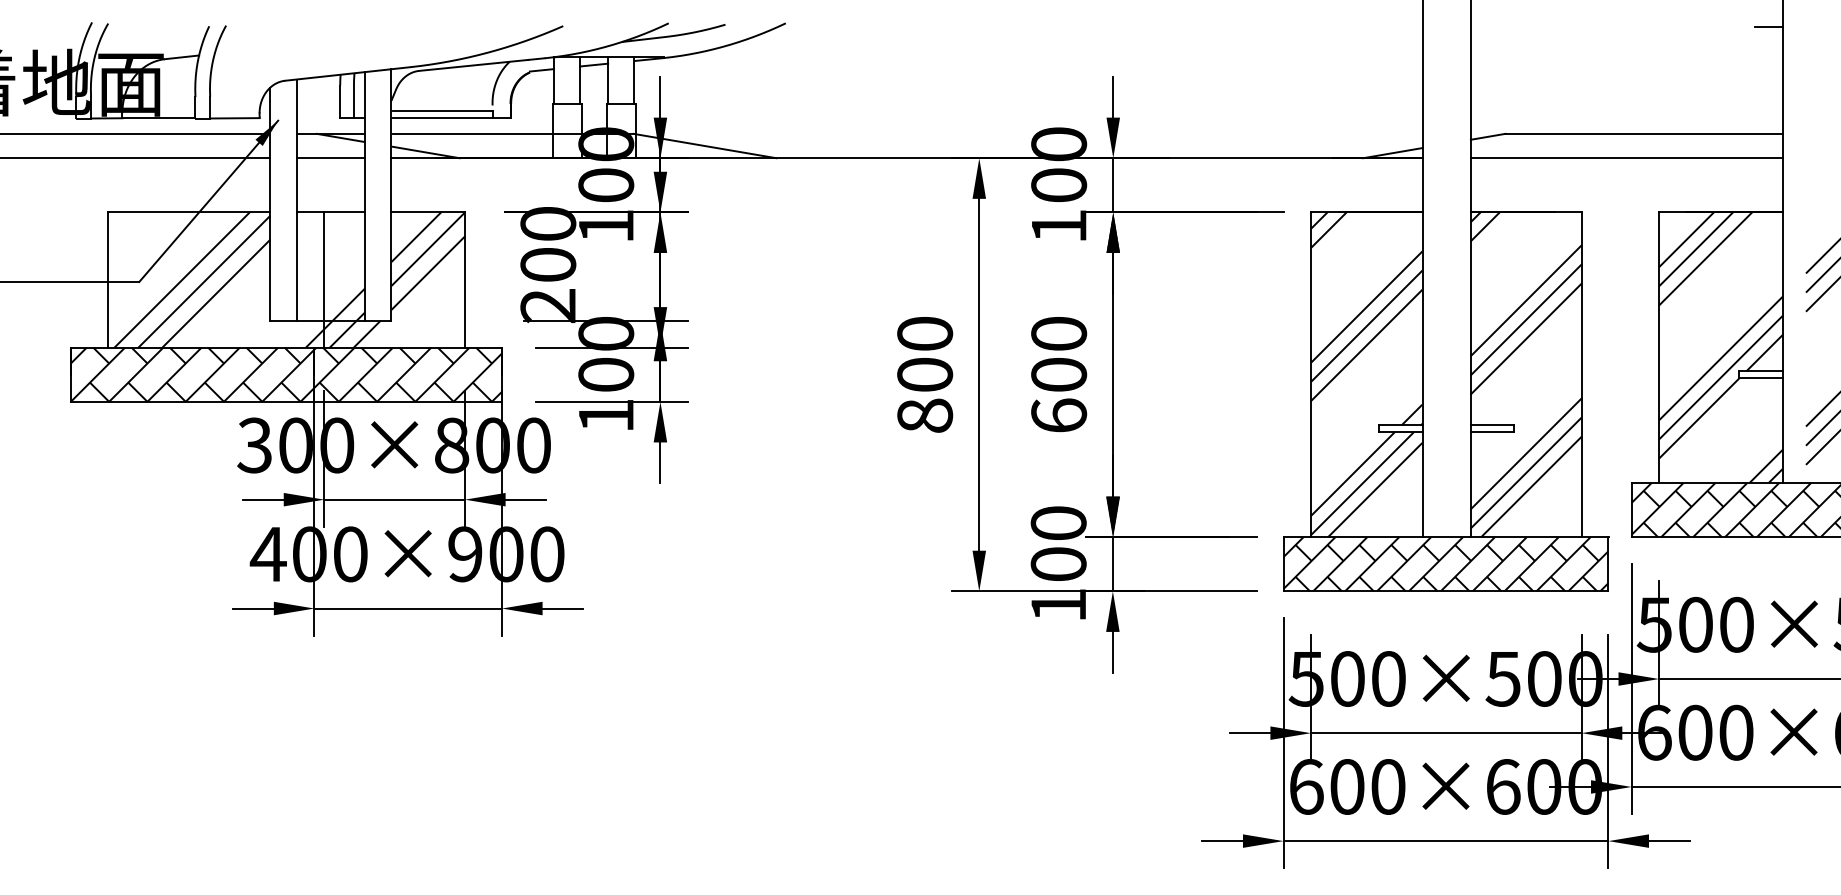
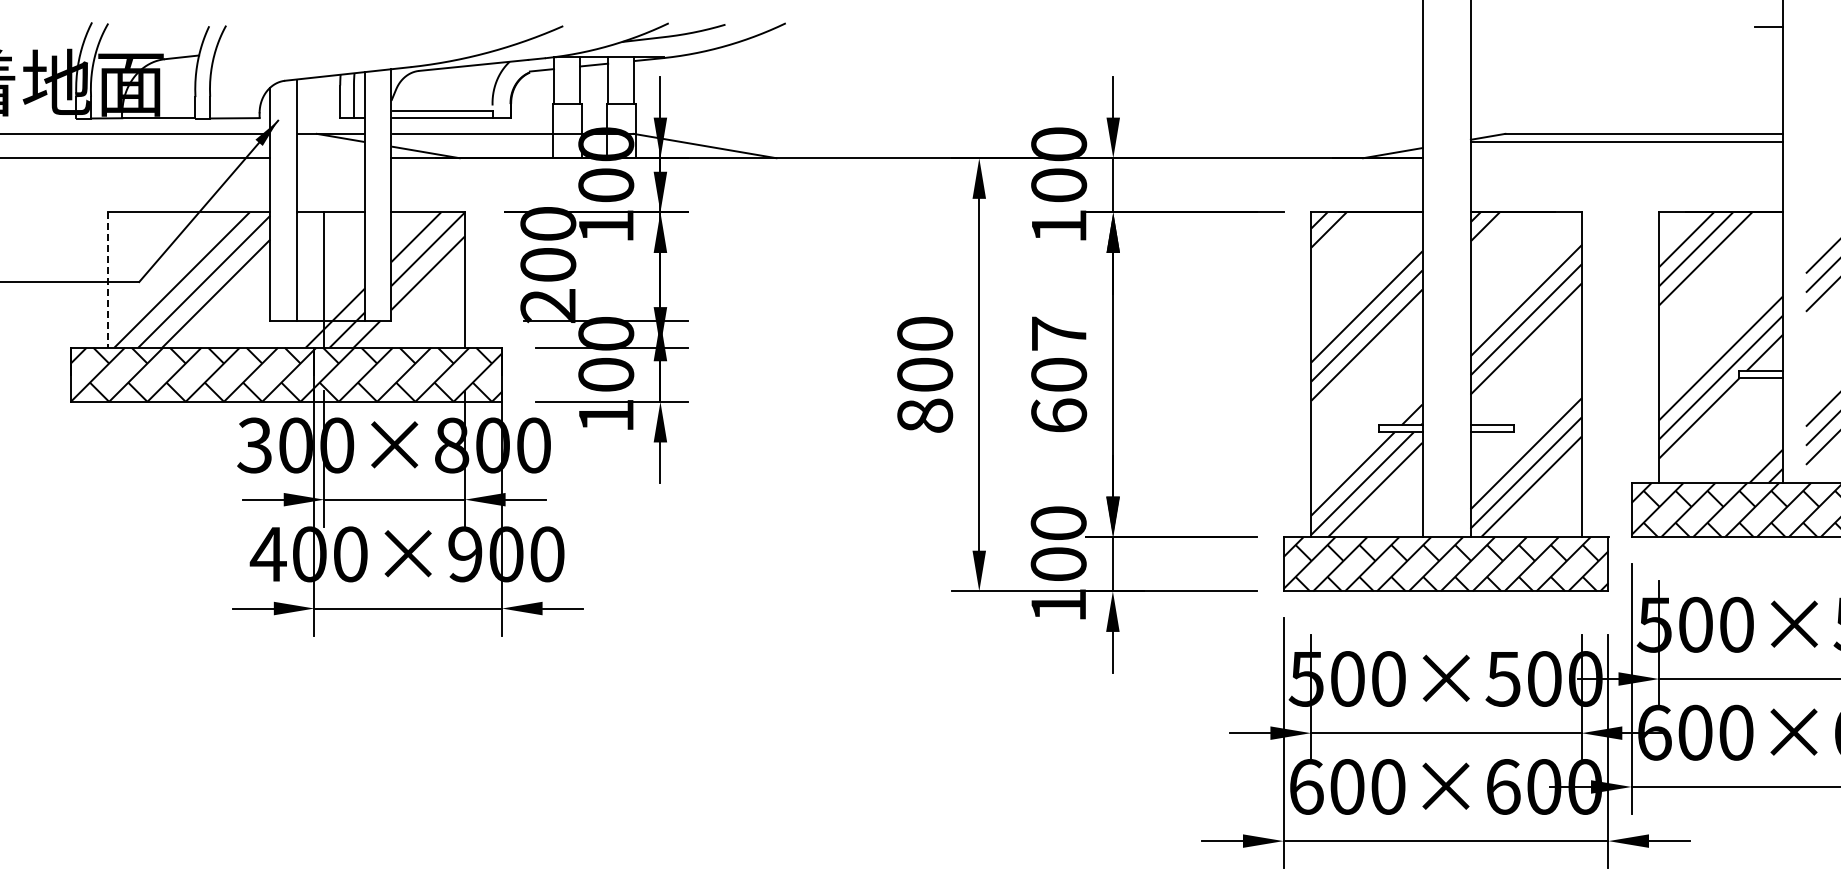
line at (330, 158): present -> none
line at (1626, 158) position: (1626, 158) -> (1626, 142)
line at (107, 280): solid -> dashed
text at (1059, 333): 600 -> 607
